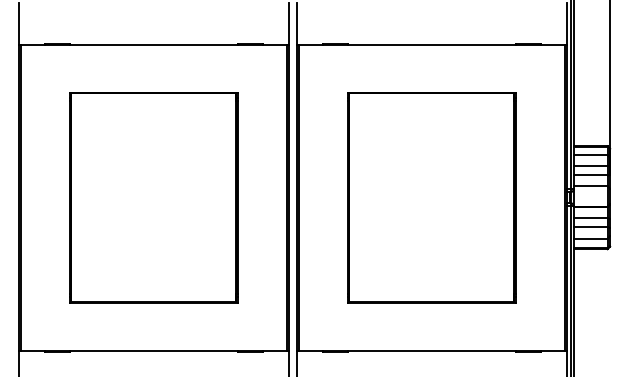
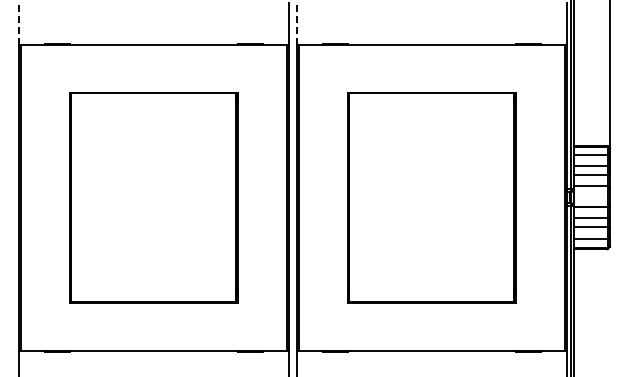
line at (18, 23): solid -> dashed
line at (296, 23): solid -> dashed
